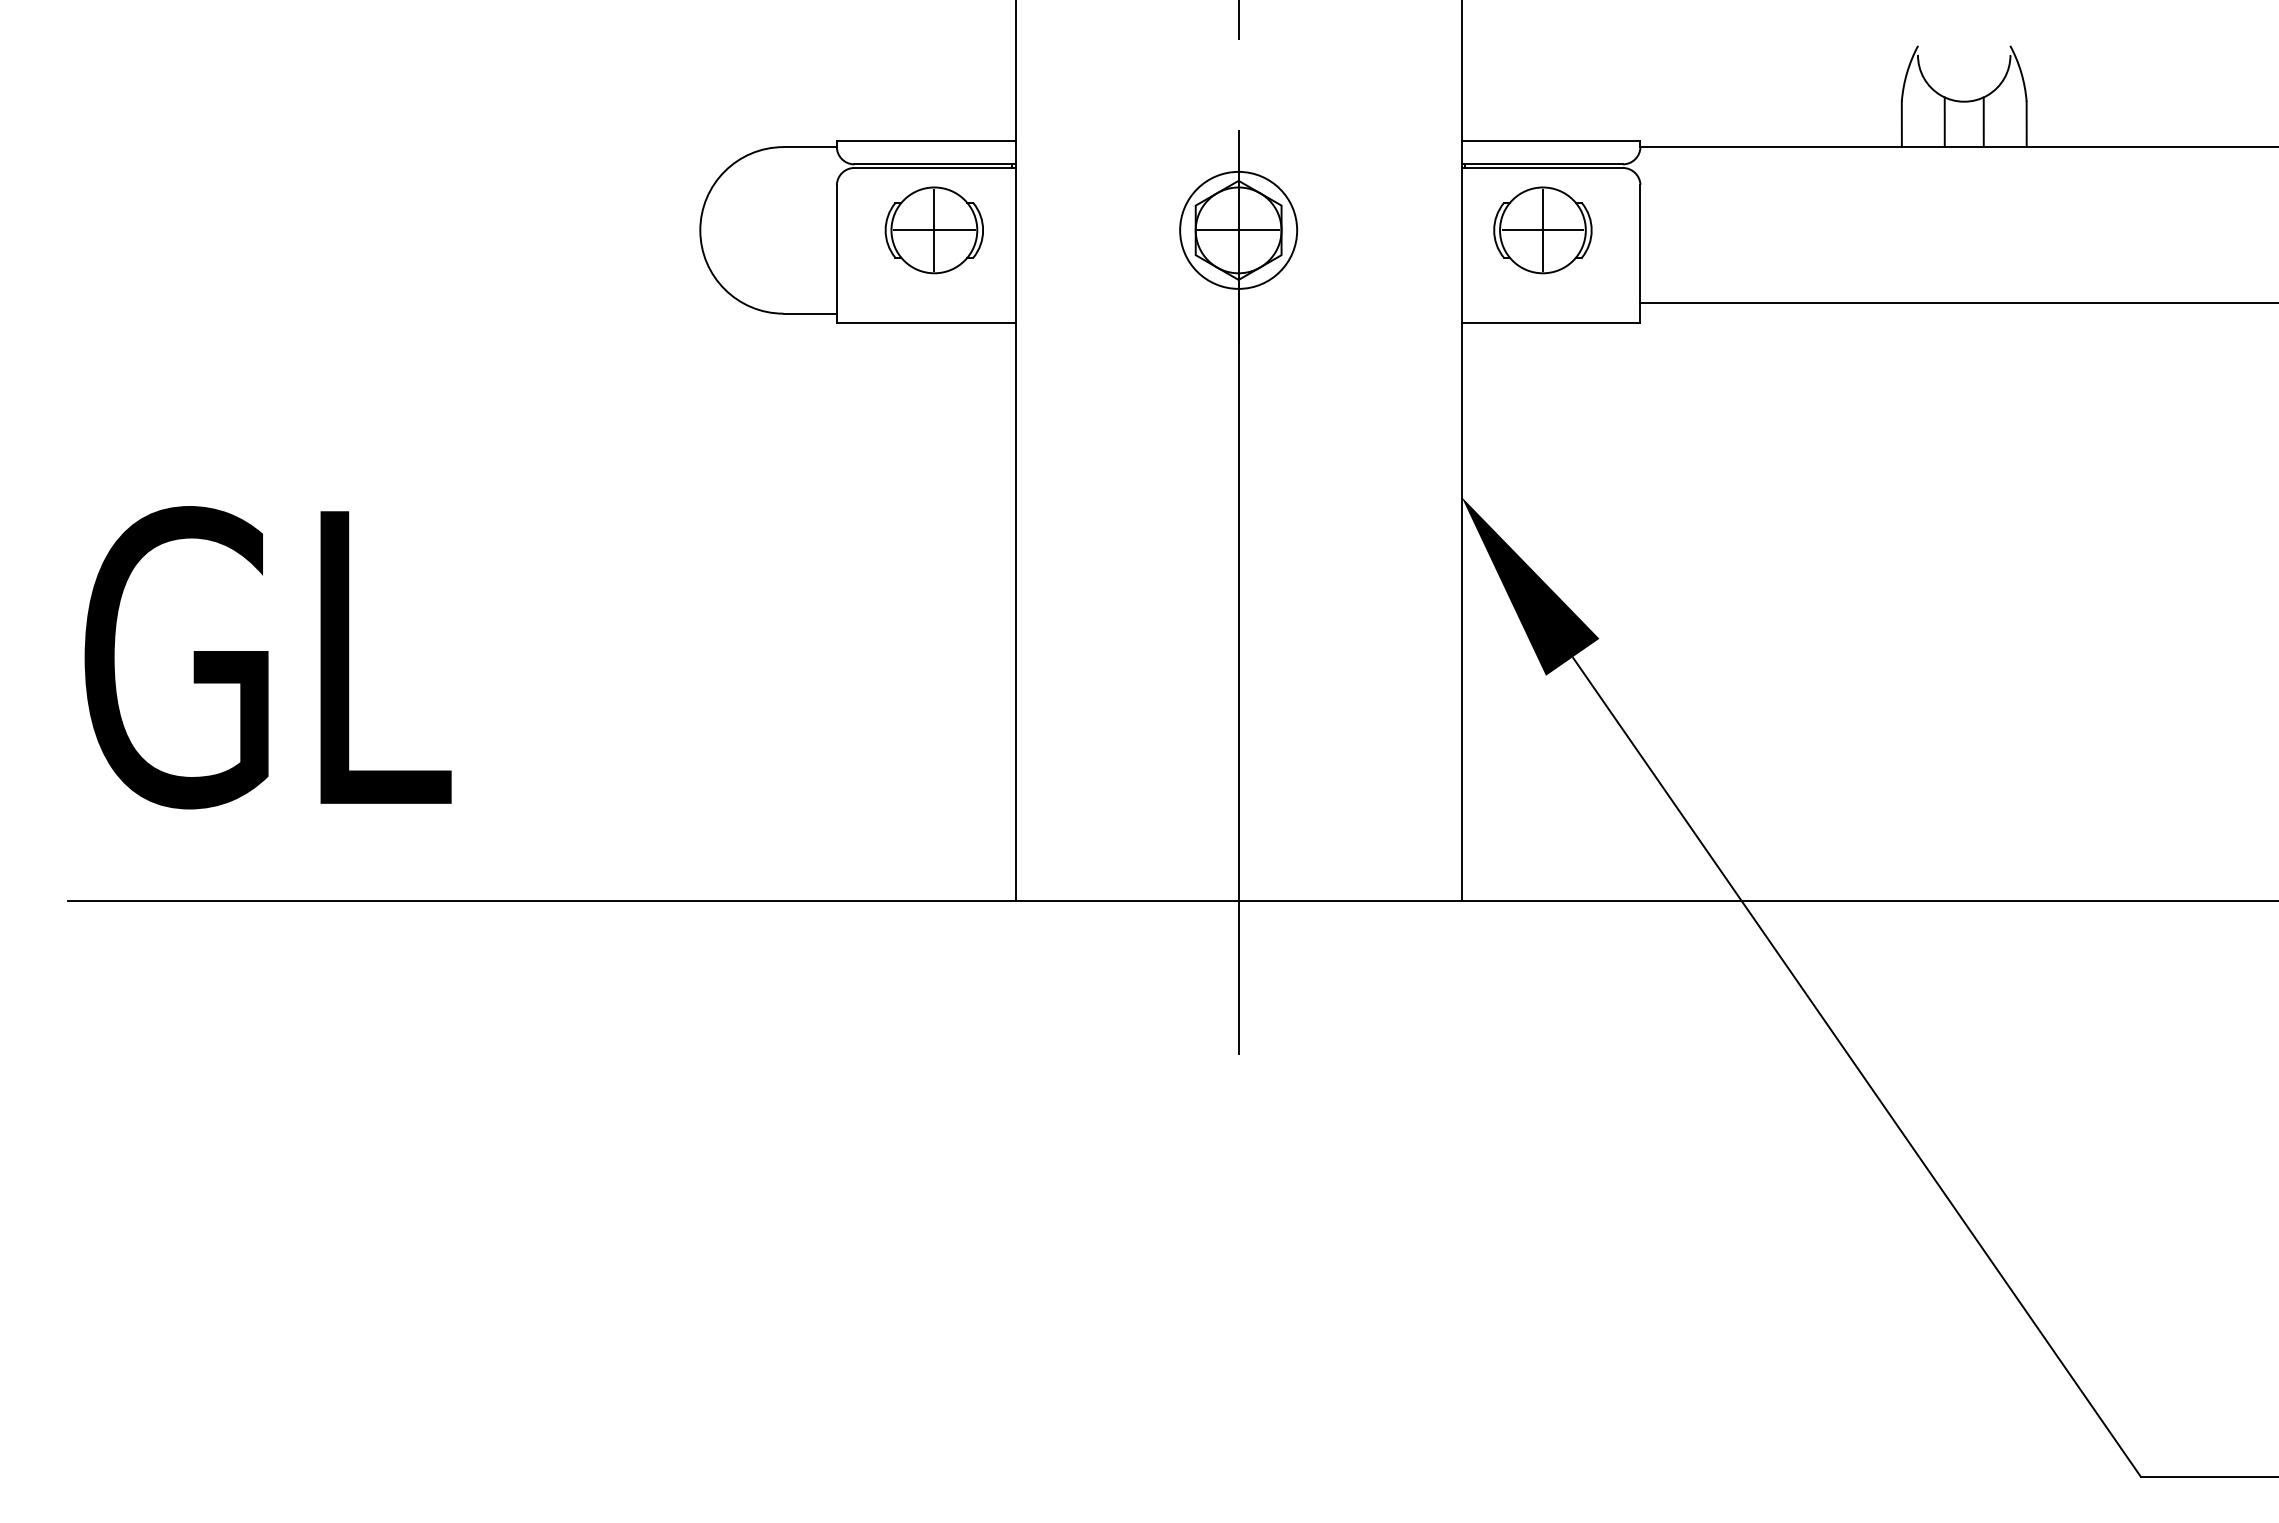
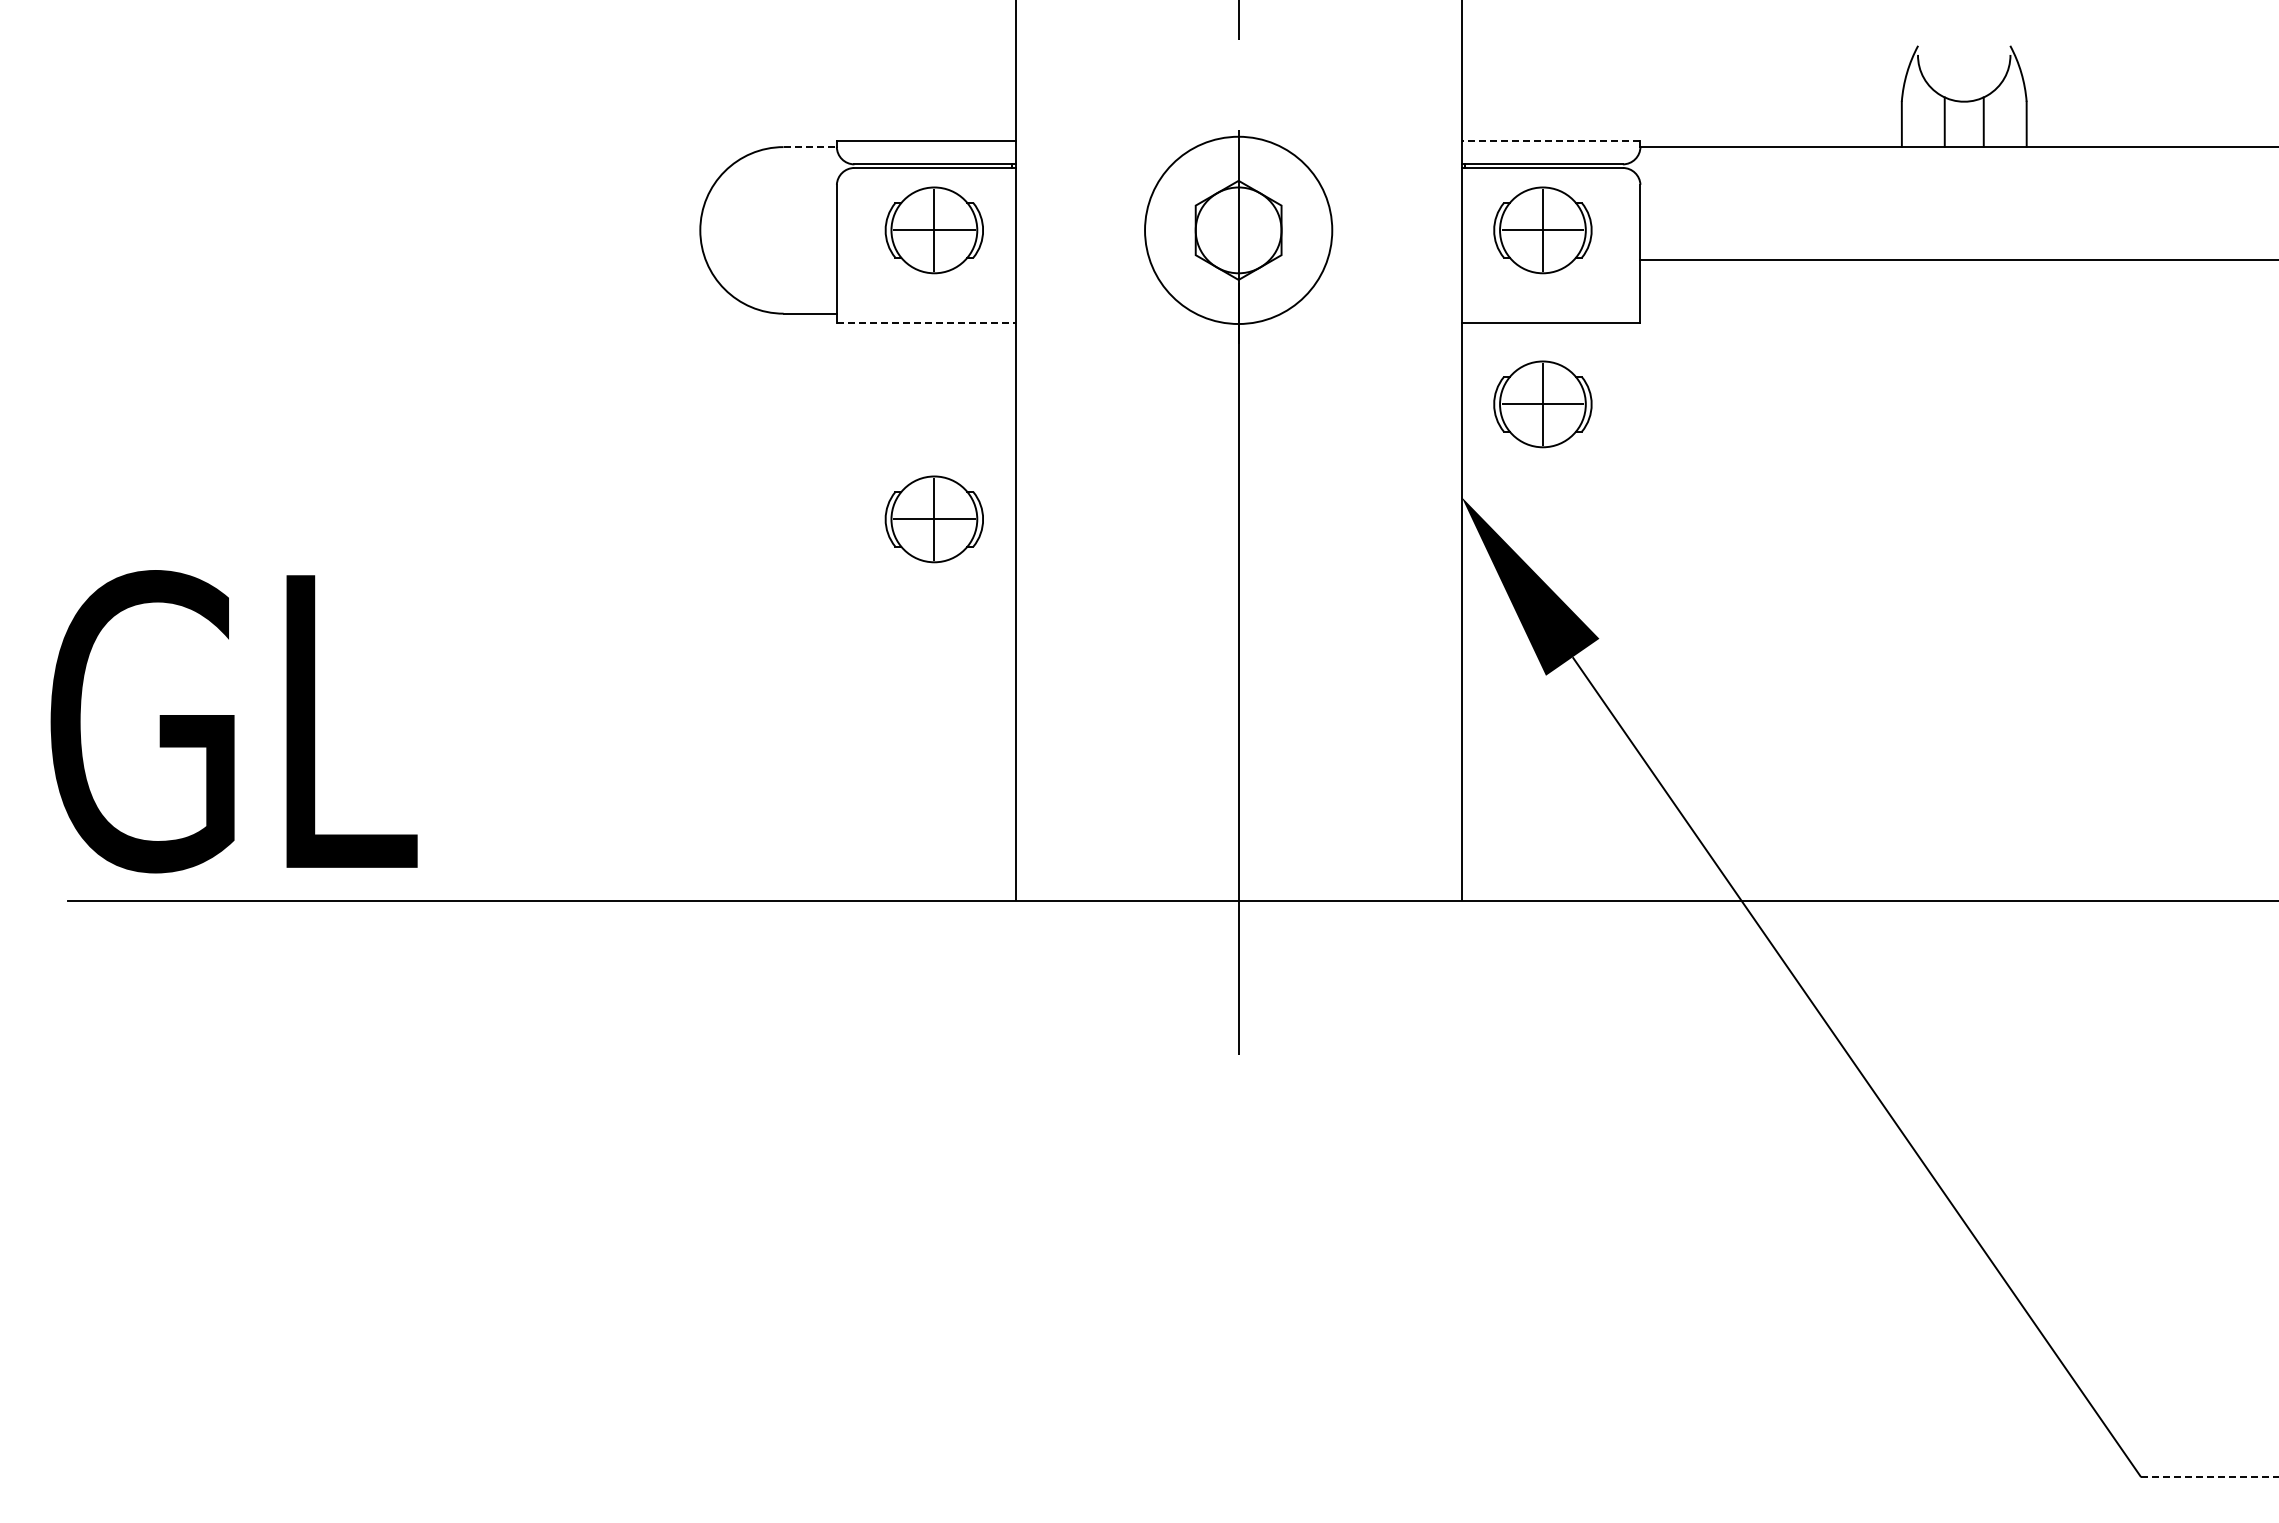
line at (1550, 140): solid -> dashed
line at (810, 147): solid -> dashed
circle at (1238, 229) diameter: 117 px -> 187 px
line at (1238, 230): present -> none
line at (1957, 302) position: (1957, 302) -> (1957, 259)
line at (926, 322): solid -> dashed
part at (1542, 404): none -> present
part at (933, 519): none -> present
text at (267, 657) position: (267, 657) -> (233, 721)
line at (2210, 1477): solid -> dashed
